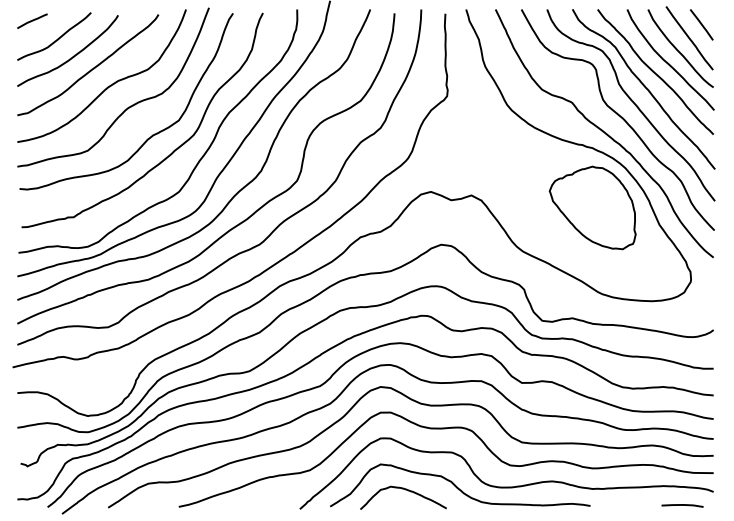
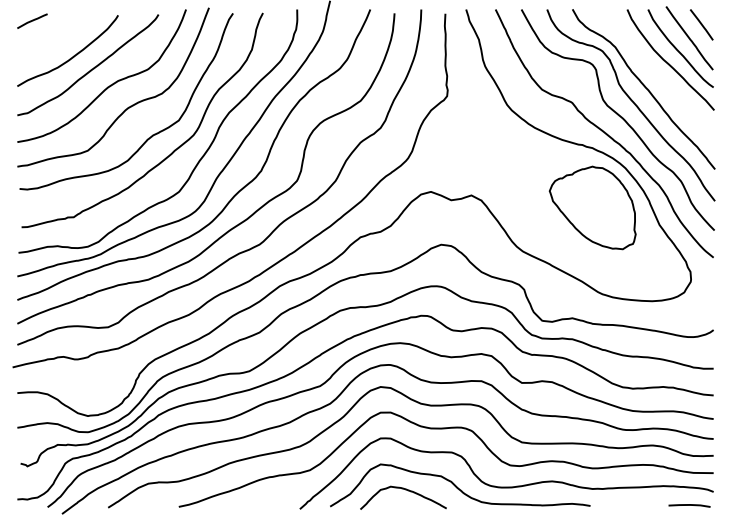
curve at (57, 38): present -> none
curve at (654, 71): present -> none
line at (682, 505) position: (682, 505) -> (689, 505)
